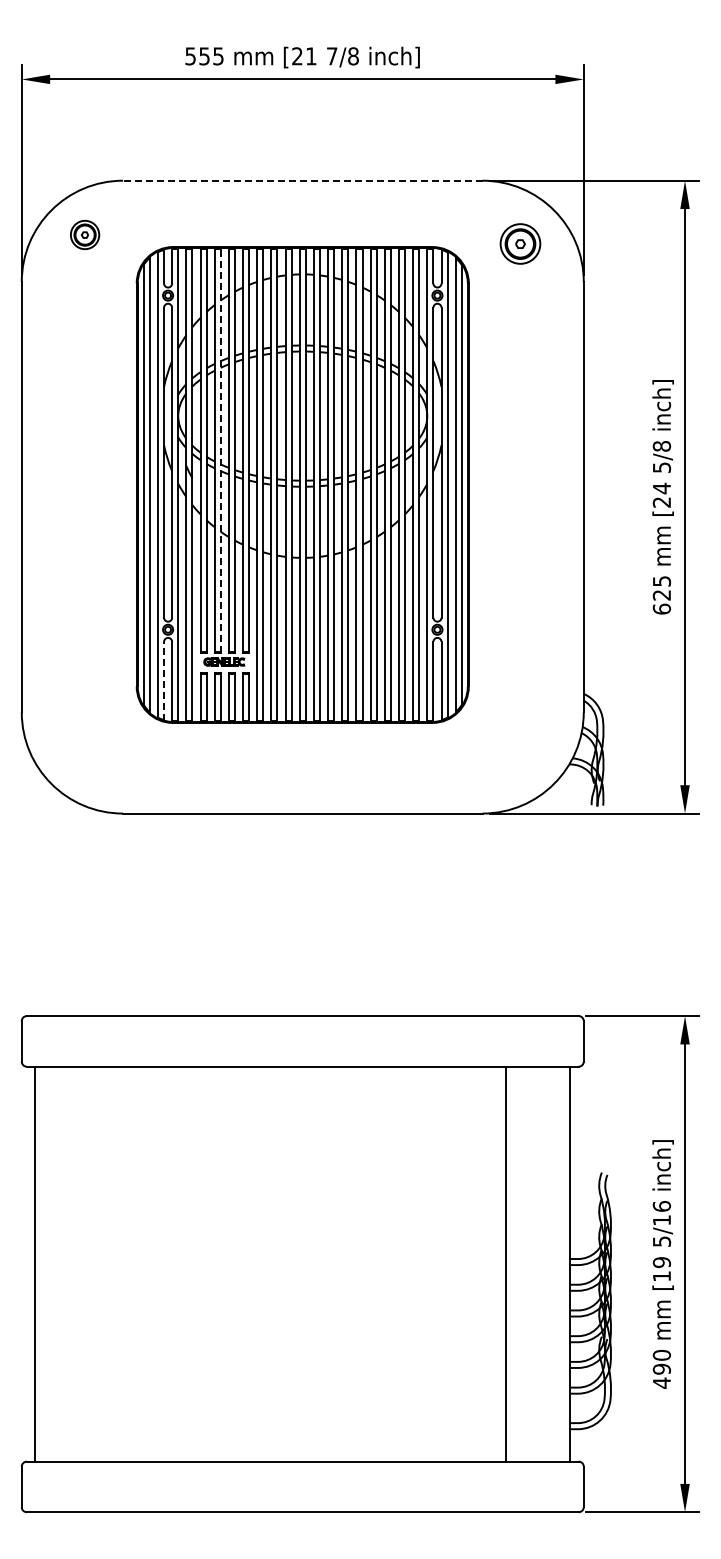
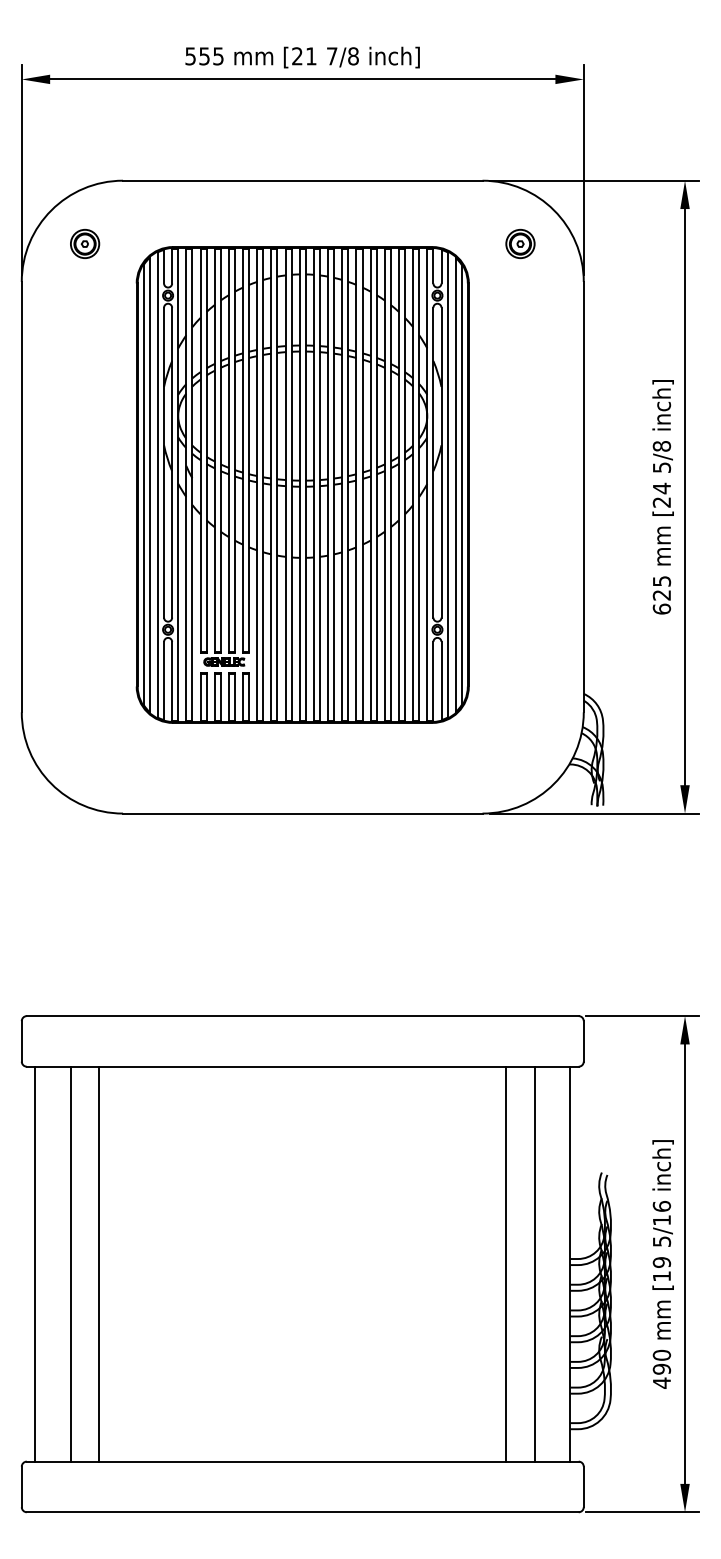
line at (302, 180): dashed -> solid
part at (85, 234) position: (85, 234) -> (85, 243)
part at (520, 243) size: 43x42 px -> 31x32 px
line at (220, 449): dashed -> solid
line at (164, 680): dashed -> solid
line at (70, 1263): none -> present
line at (99, 1263): none -> present
line at (534, 1263): none -> present
